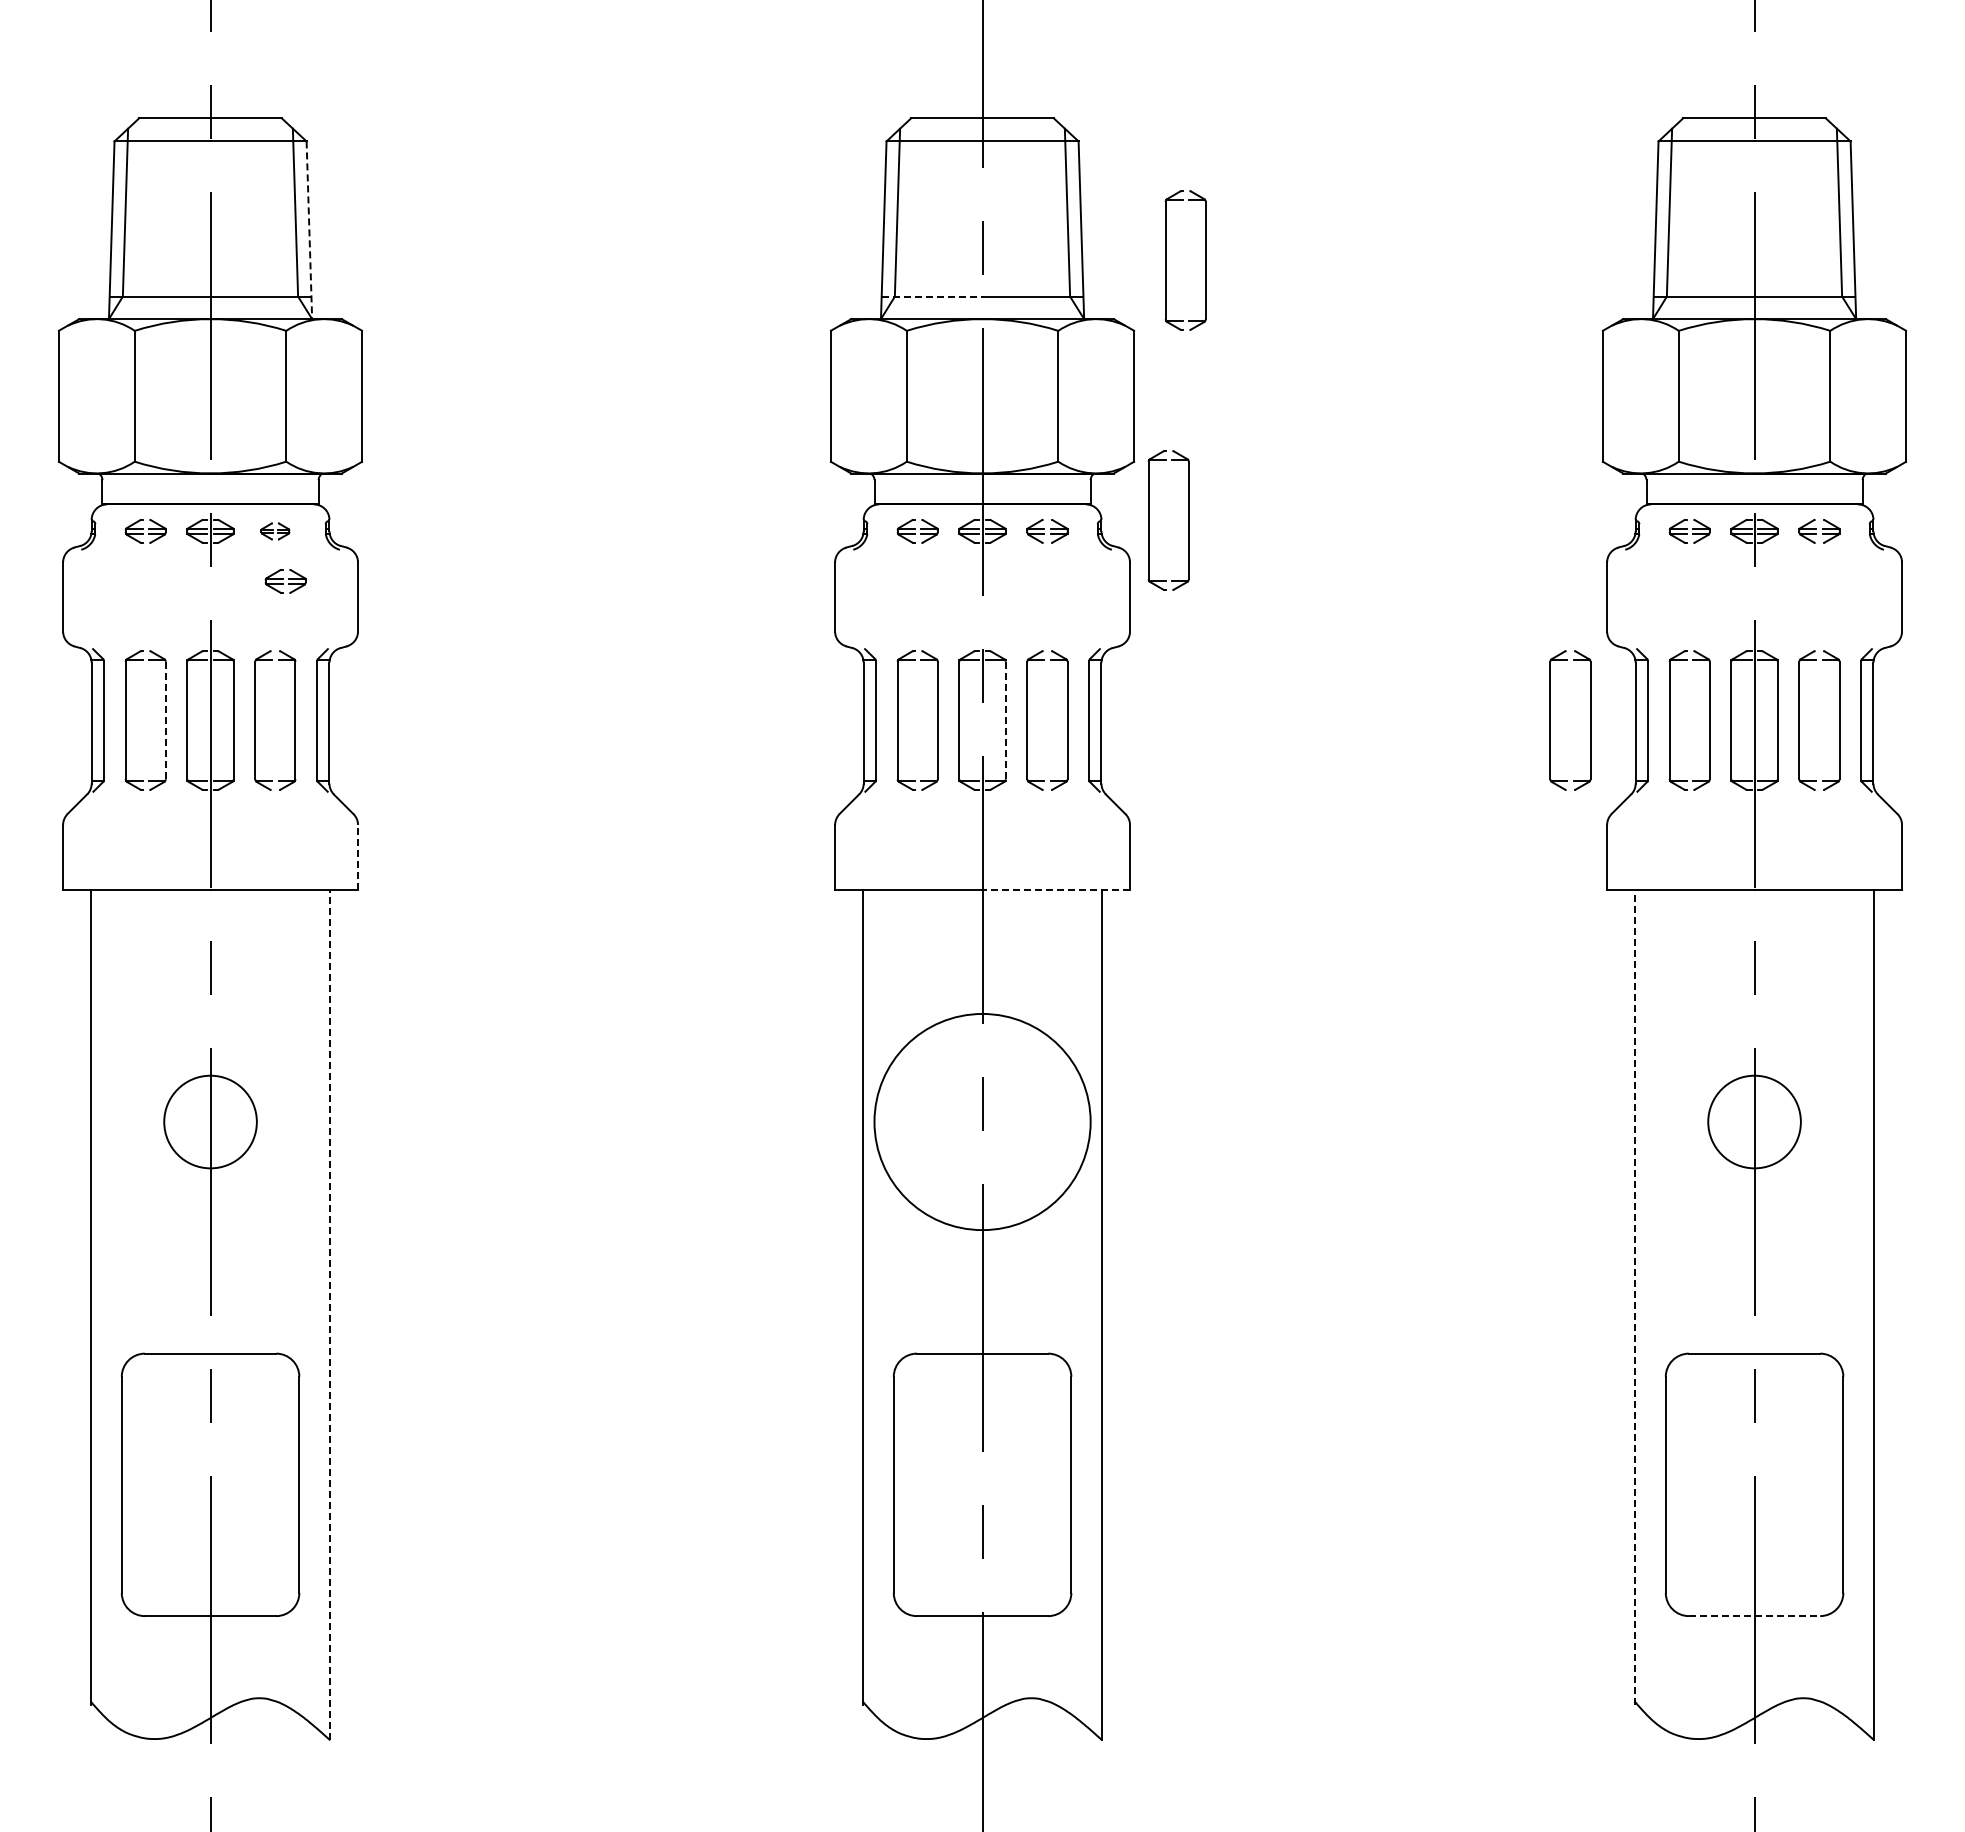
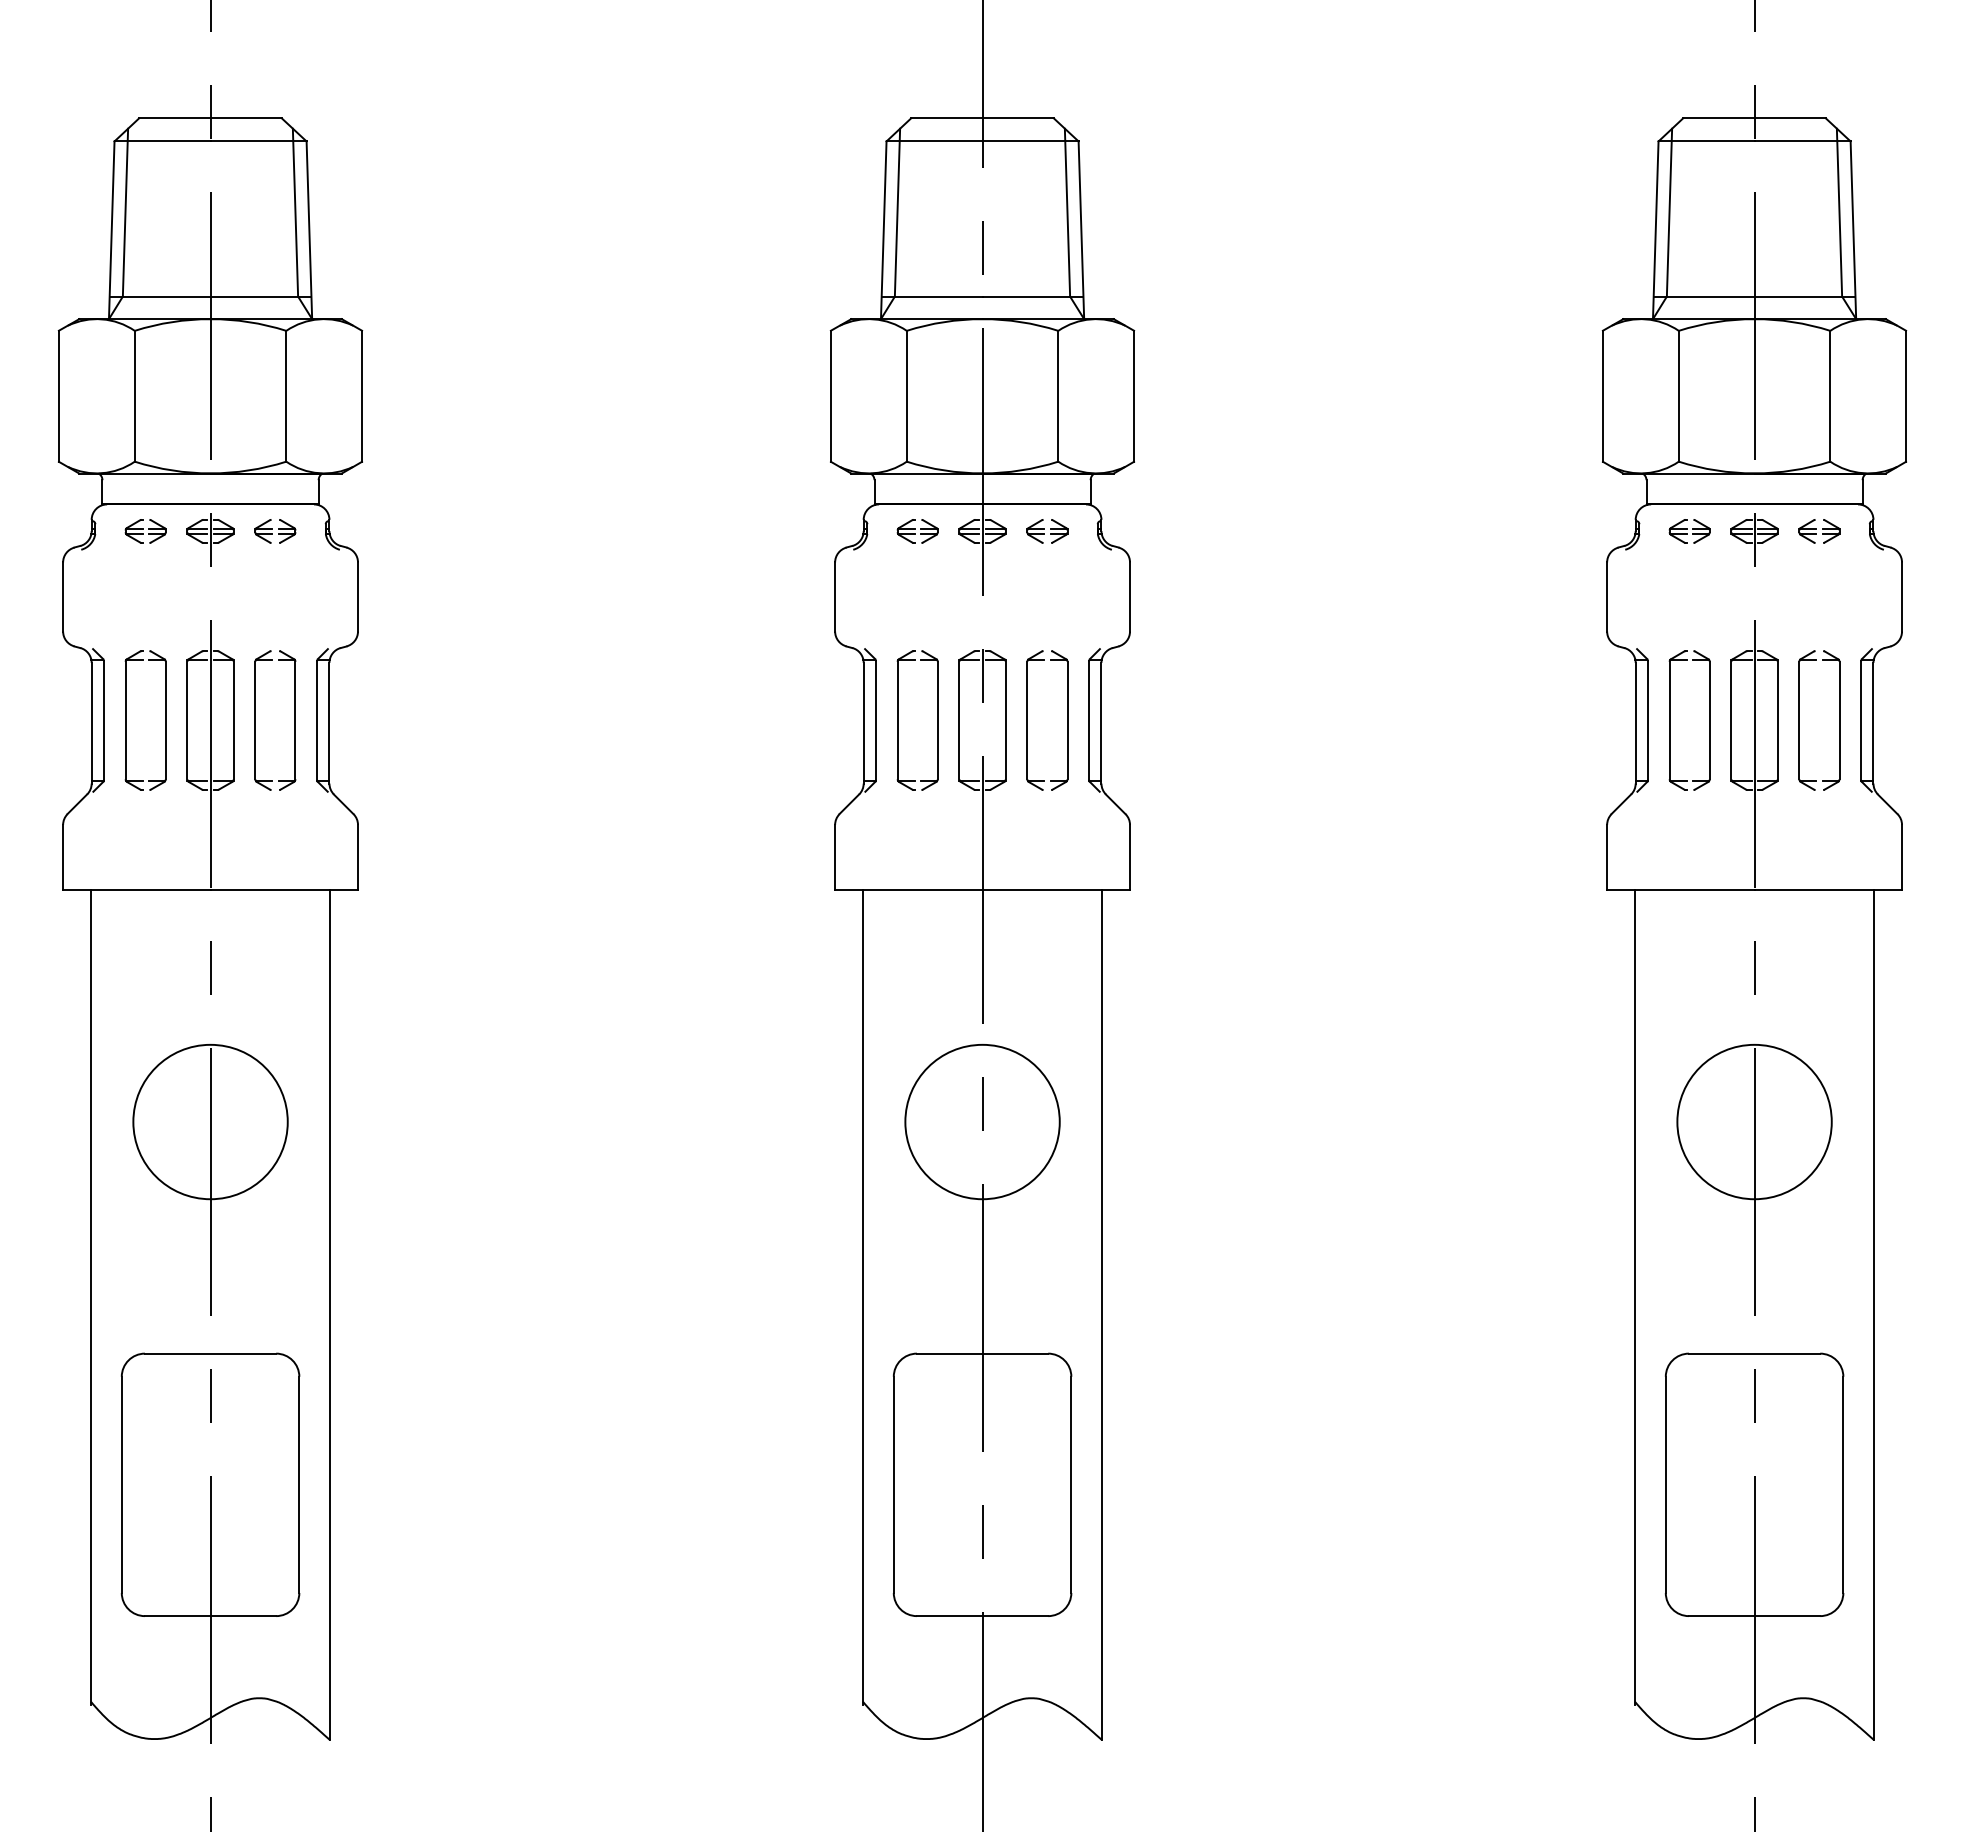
line at (309, 230): dashed -> solid
part at (1166, 260): present -> none
line at (932, 296): dashed -> solid
part at (1149, 520): present -> none
part at (275, 531) size: 31x19 px -> 43x25 px
part at (285, 581): present -> none
line at (165, 720): dashed -> solid
line at (1005, 720): dashed -> solid
part at (1550, 720): present -> none
line at (358, 857): dashed -> solid
line at (1056, 890): dashed -> solid
circle at (210, 1121) diameter: 93 px -> 154 px
circle at (982, 1121) diameter: 216 px -> 154 px
circle at (1754, 1121) diameter: 93 px -> 154 px
line at (1634, 1297): dashed -> solid
line at (330, 1315): dashed -> solid
line at (1754, 1616): dashed -> solid
